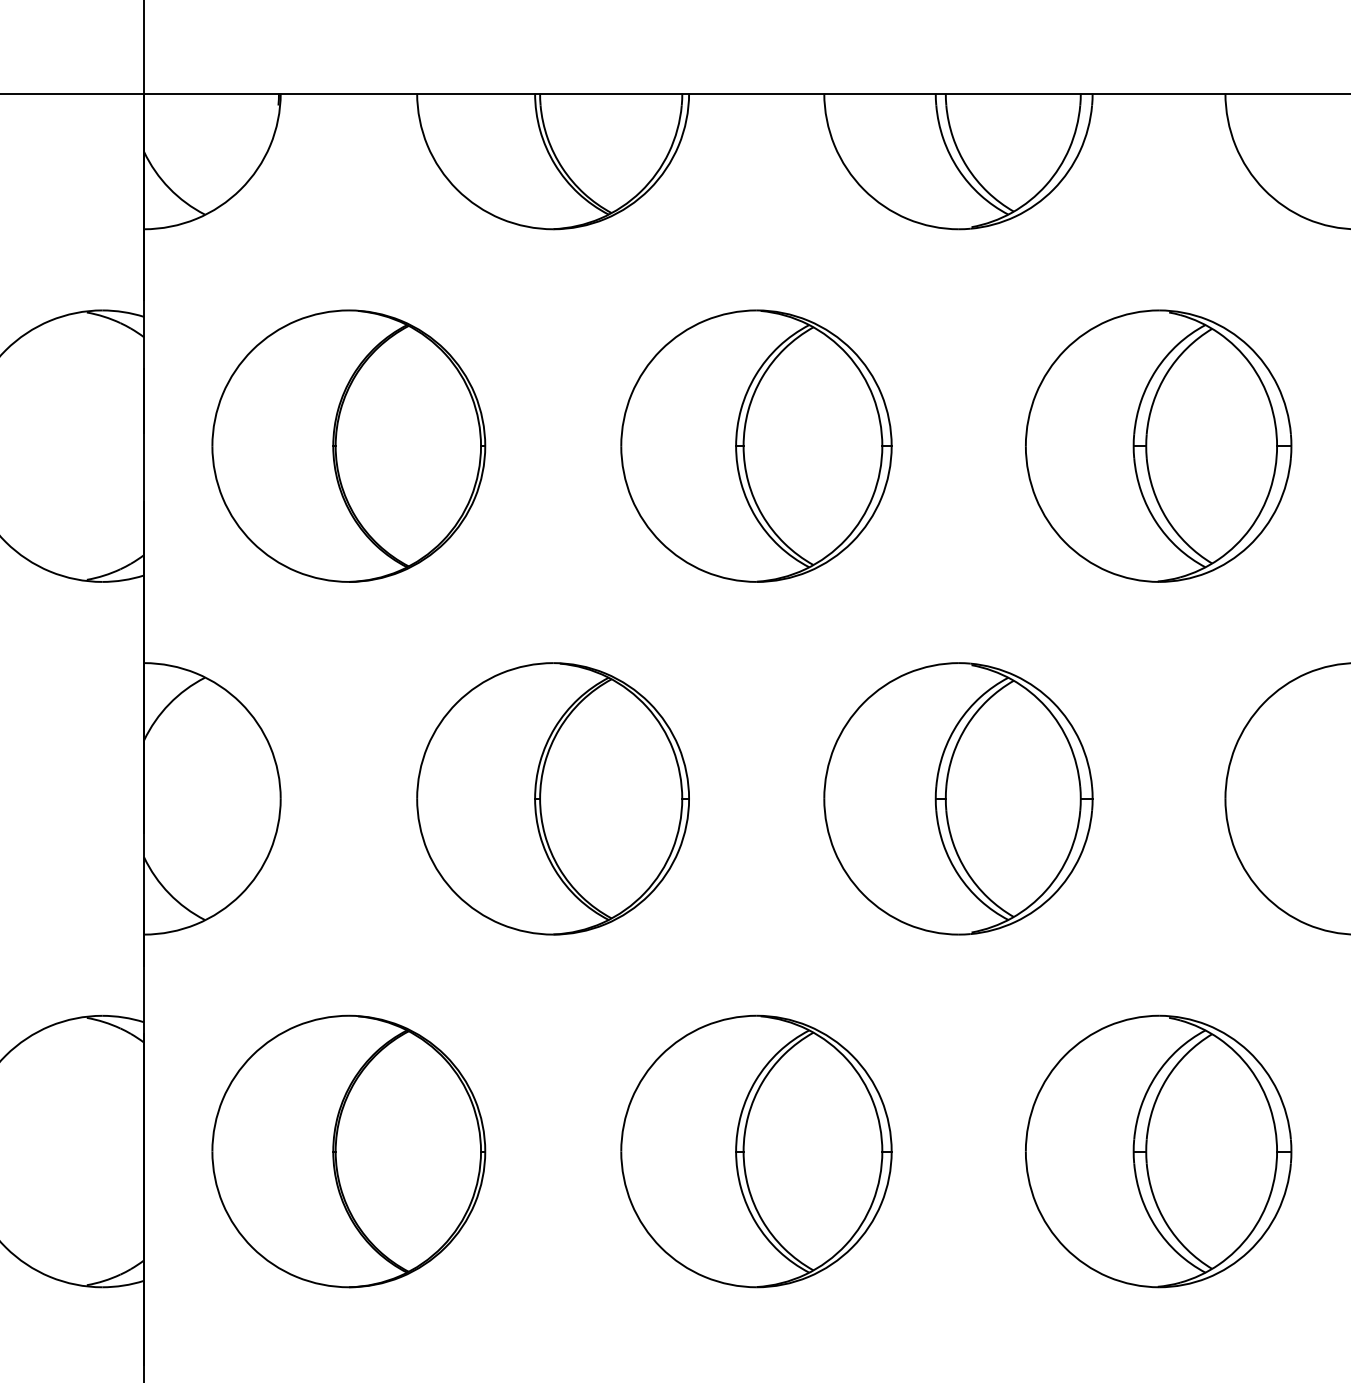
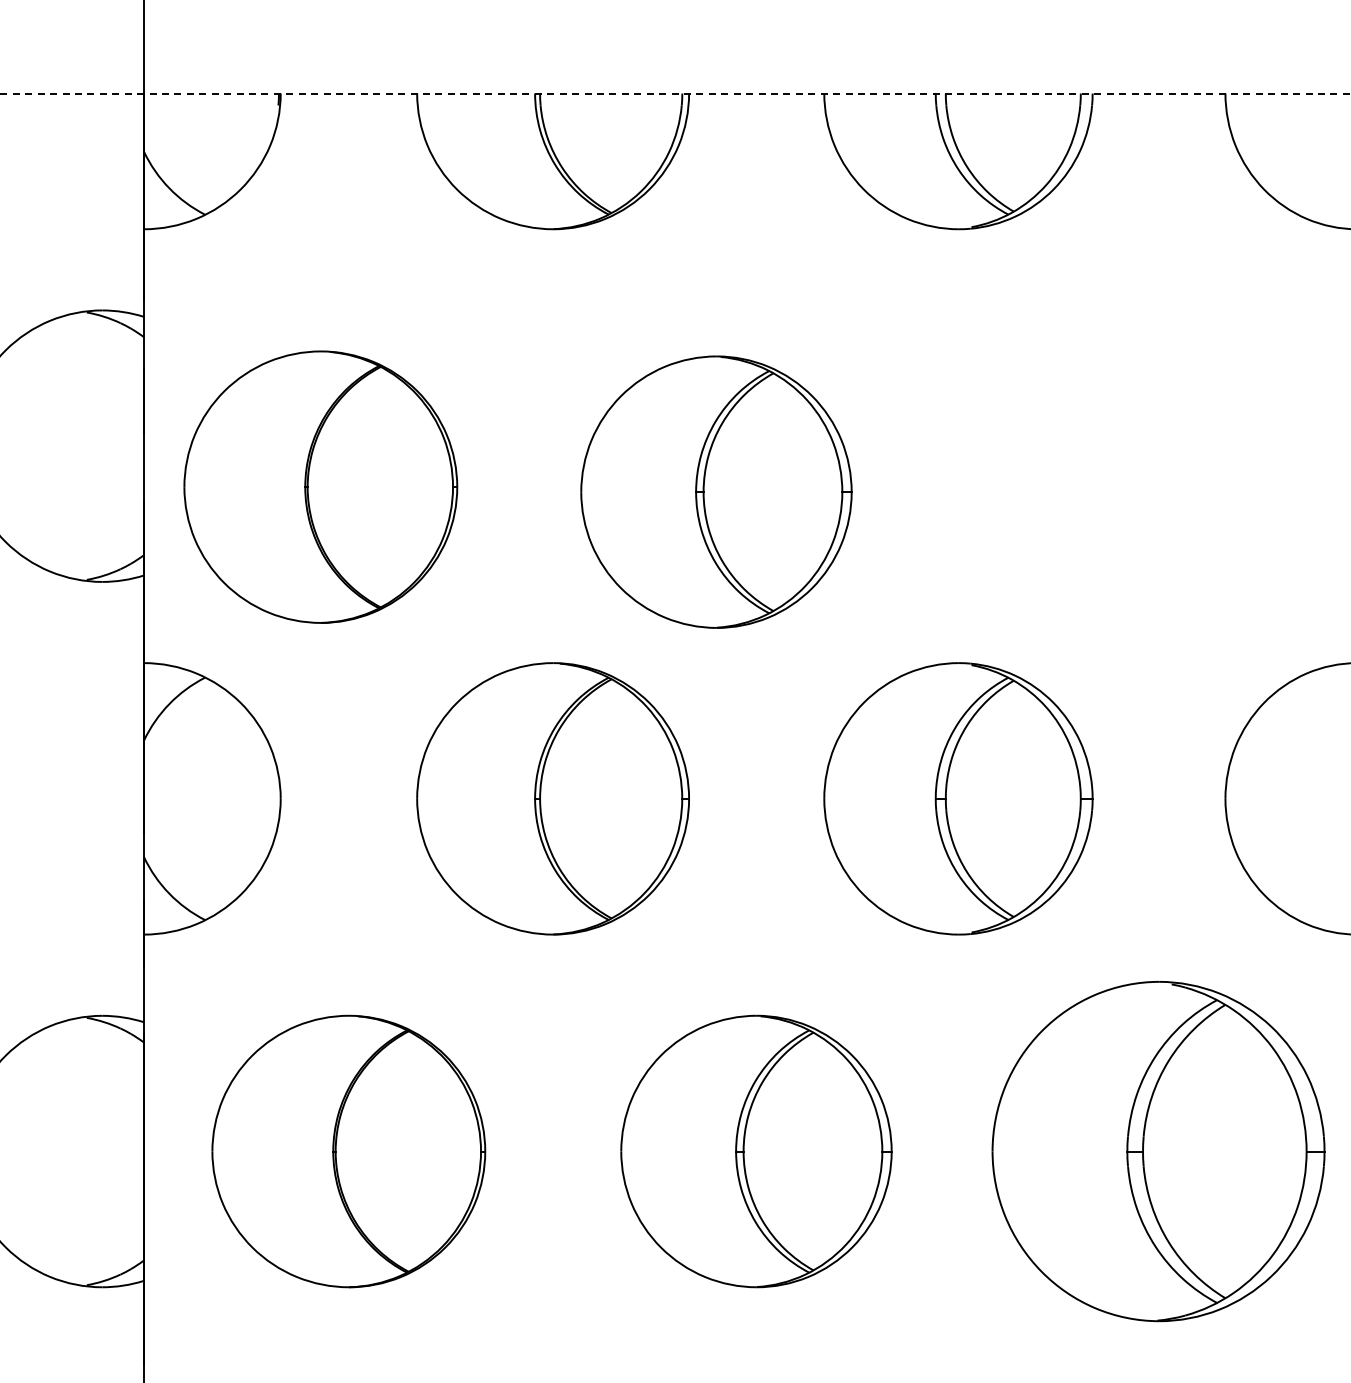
line at (676, 93): solid -> dashed
part at (348, 445) position: (348, 445) -> (320, 486)
part at (756, 445) position: (756, 445) -> (716, 491)
part at (1158, 445): present -> none
part at (1158, 1151) size: 268x275 px -> 335x342 px
